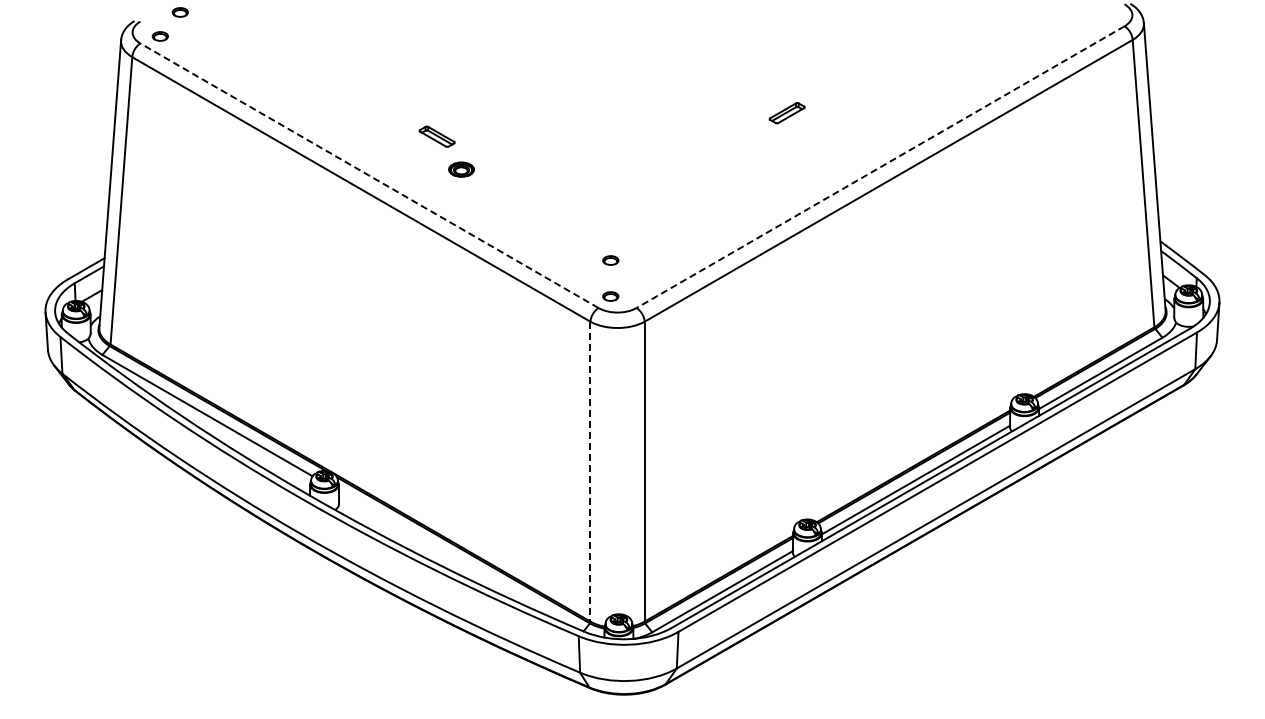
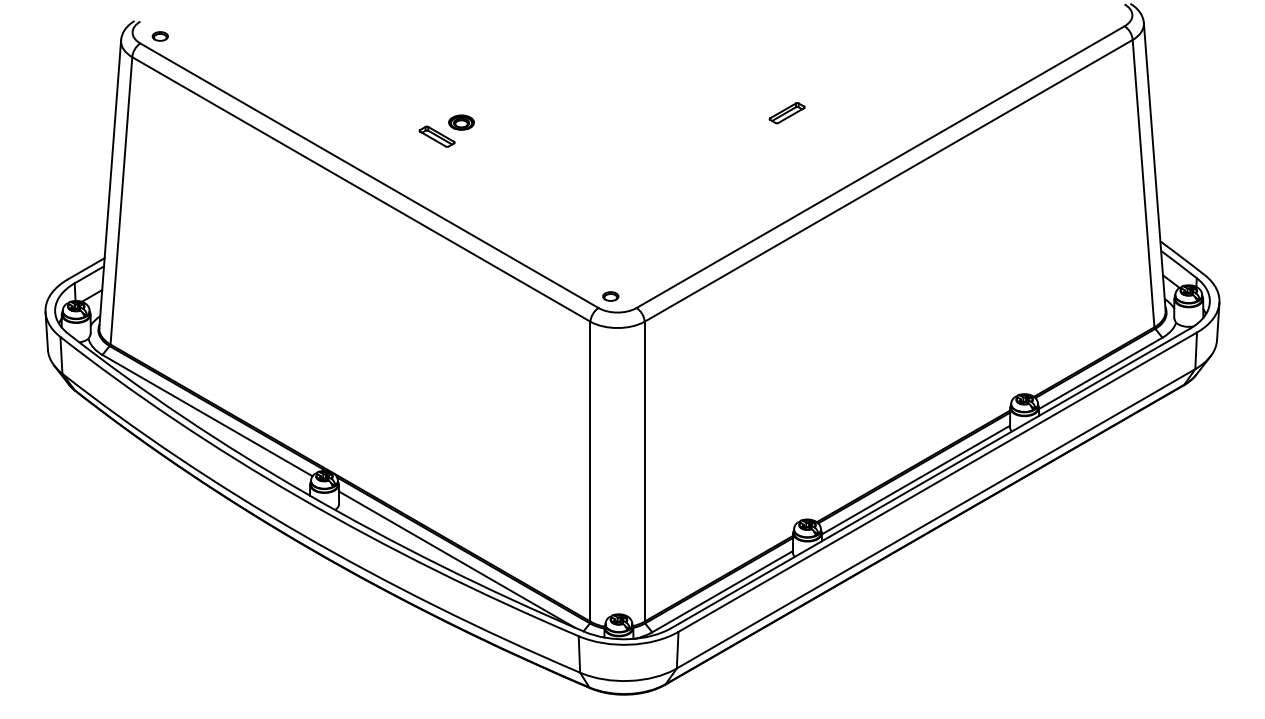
part at (179, 12): present -> none
line at (880, 167): dashed -> solid
part at (461, 169) position: (461, 169) -> (461, 122)
line at (369, 175): dashed -> solid
part at (610, 260): present -> none
line at (590, 471): dashed -> solid
line at (456, 559): none -> present
